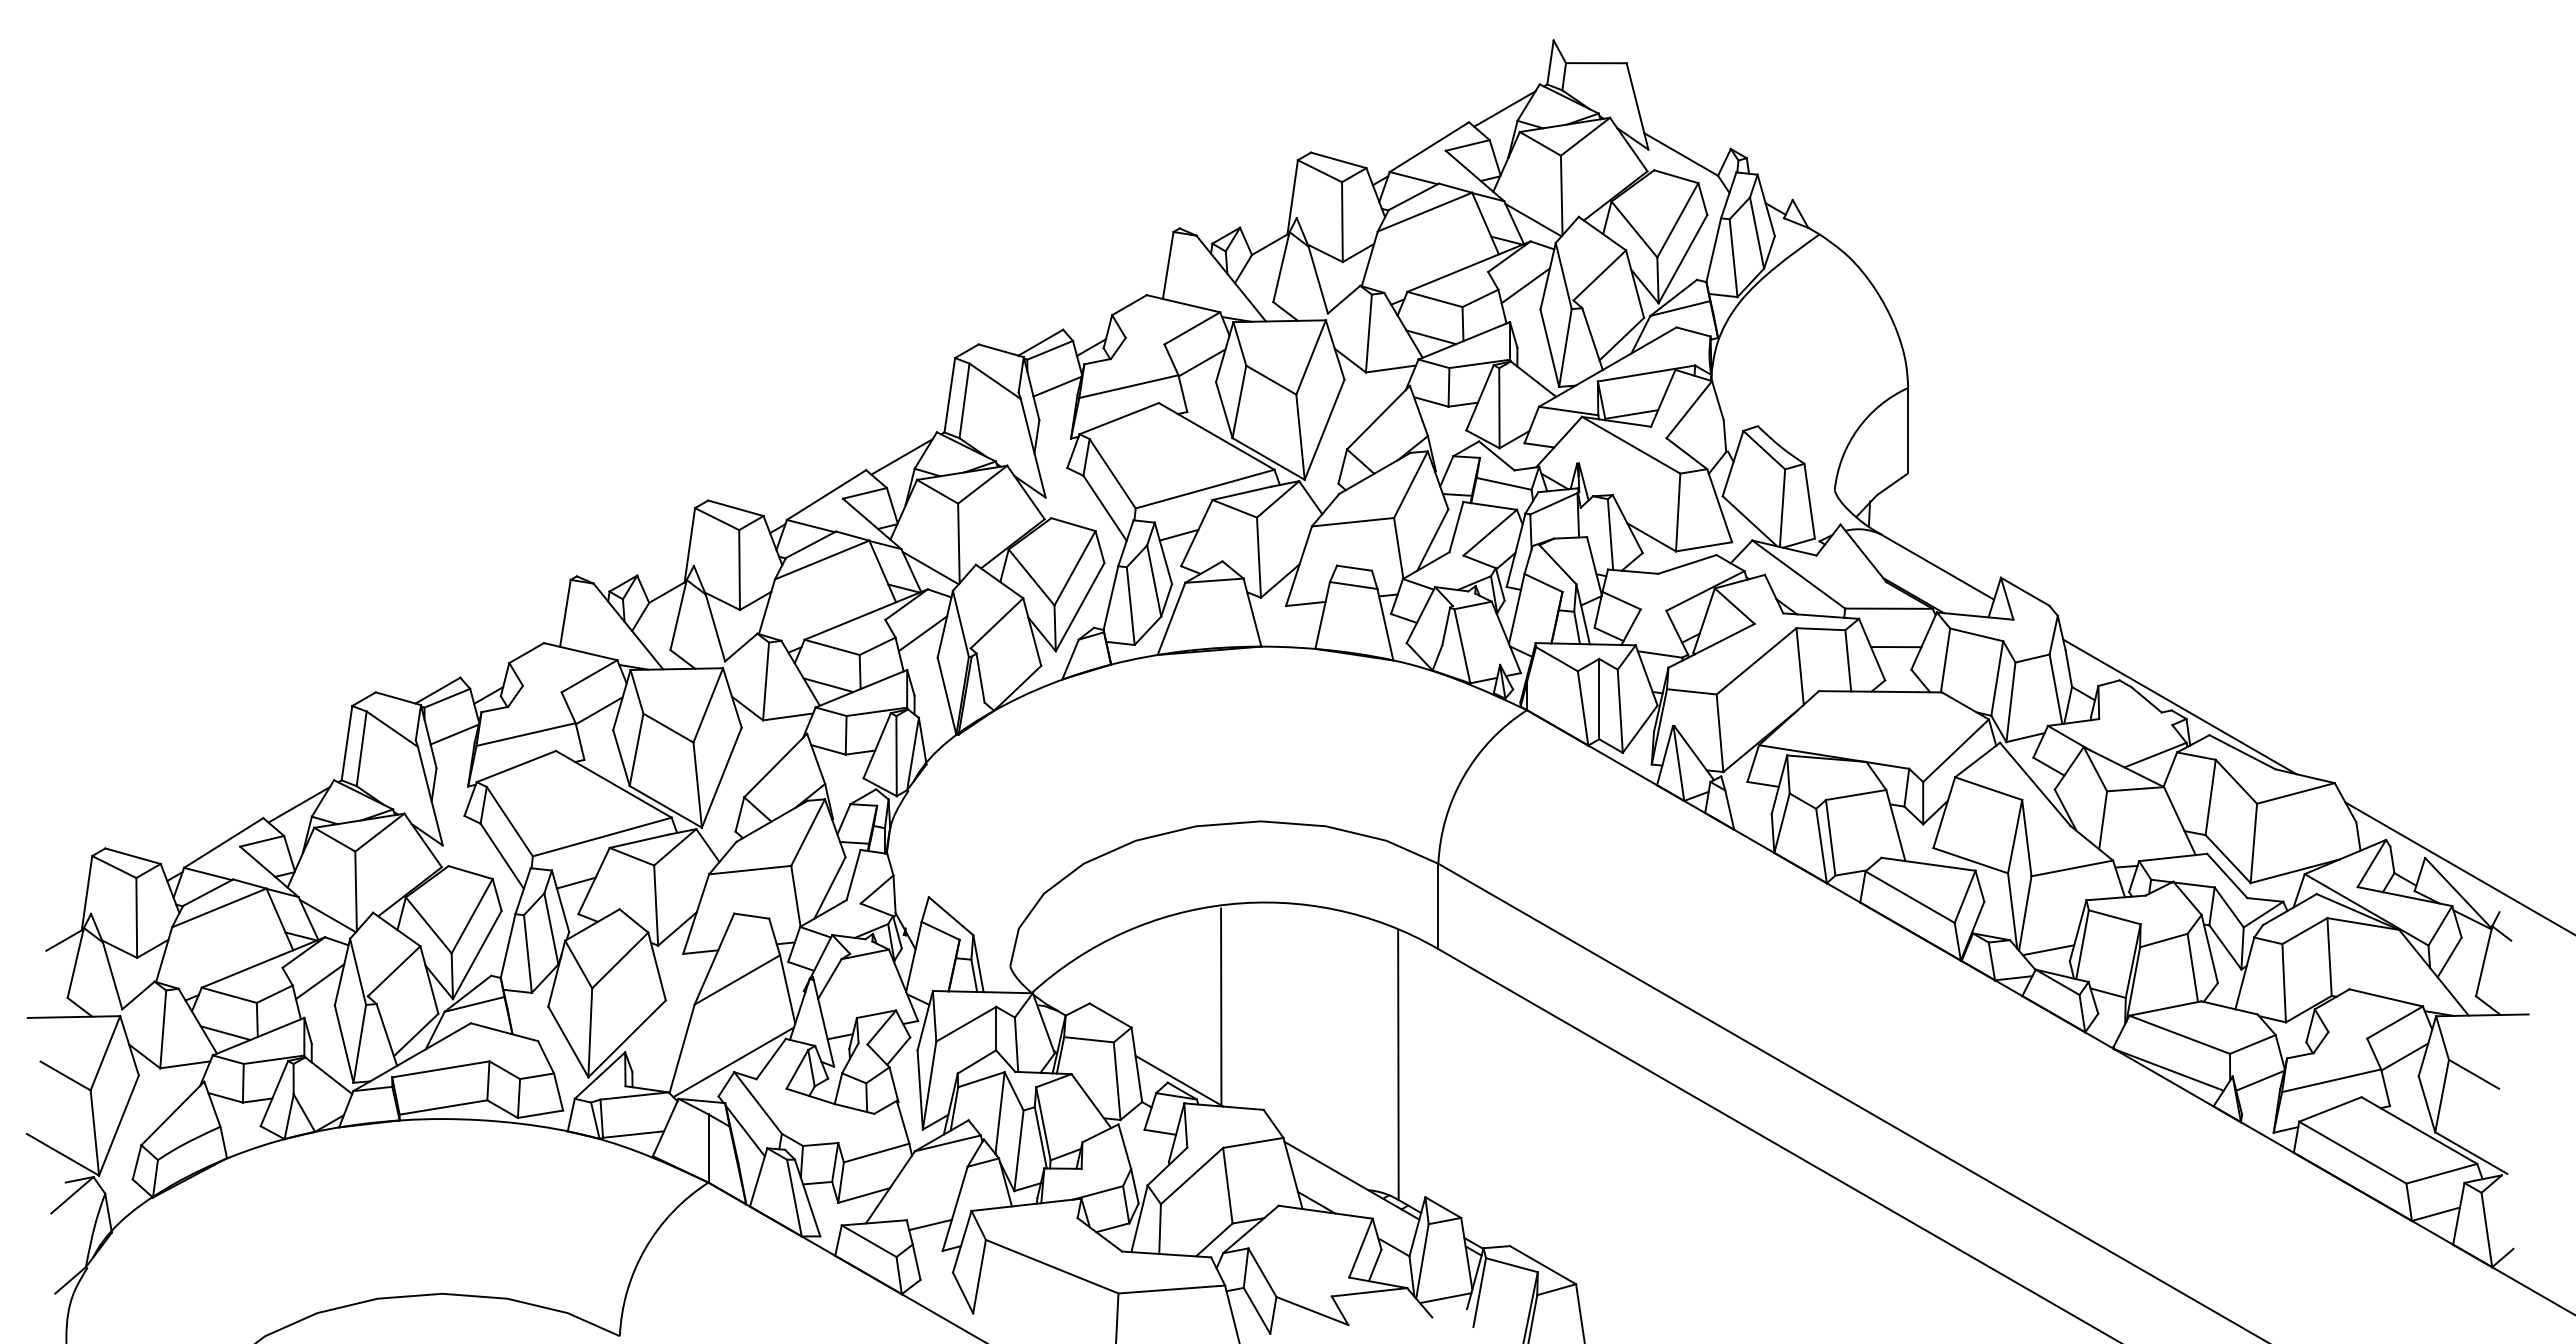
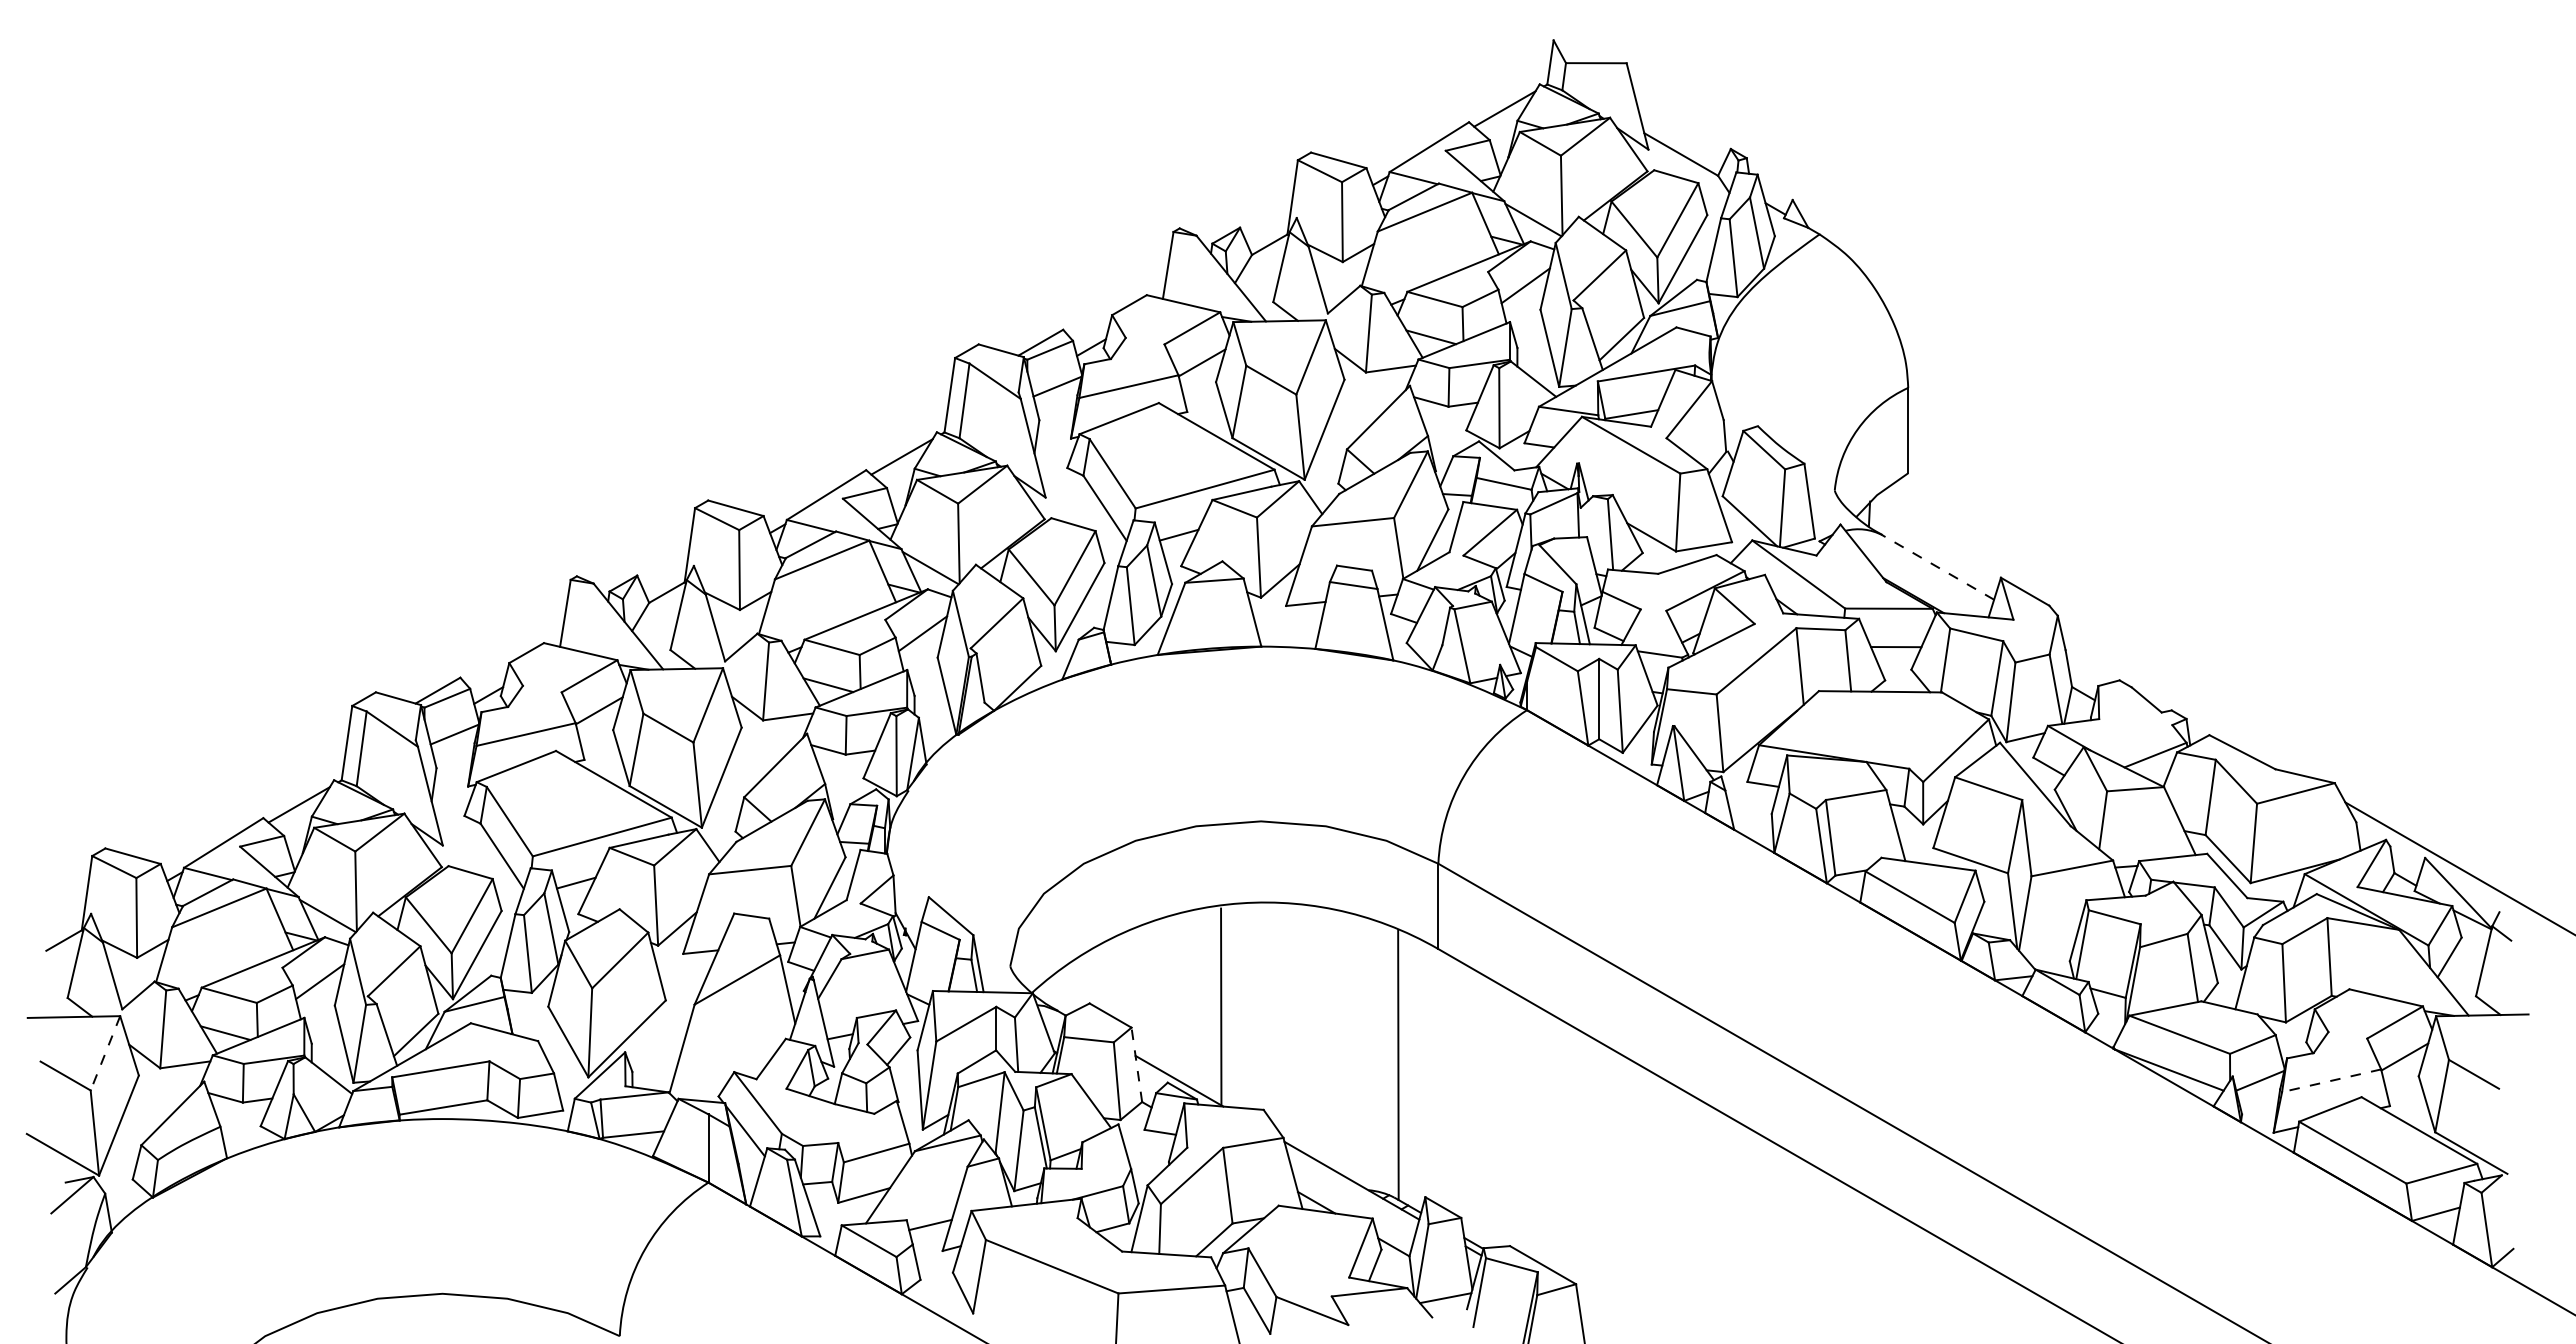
line at (1938, 567): solid -> dashed
line at (2179, 706): present -> none
line at (2048, 950): present -> none
line at (105, 1053): solid -> dashed
line at (733, 1062): present -> none
line at (1136, 1064): solid -> dashed
line at (2331, 1080): solid -> dashed
